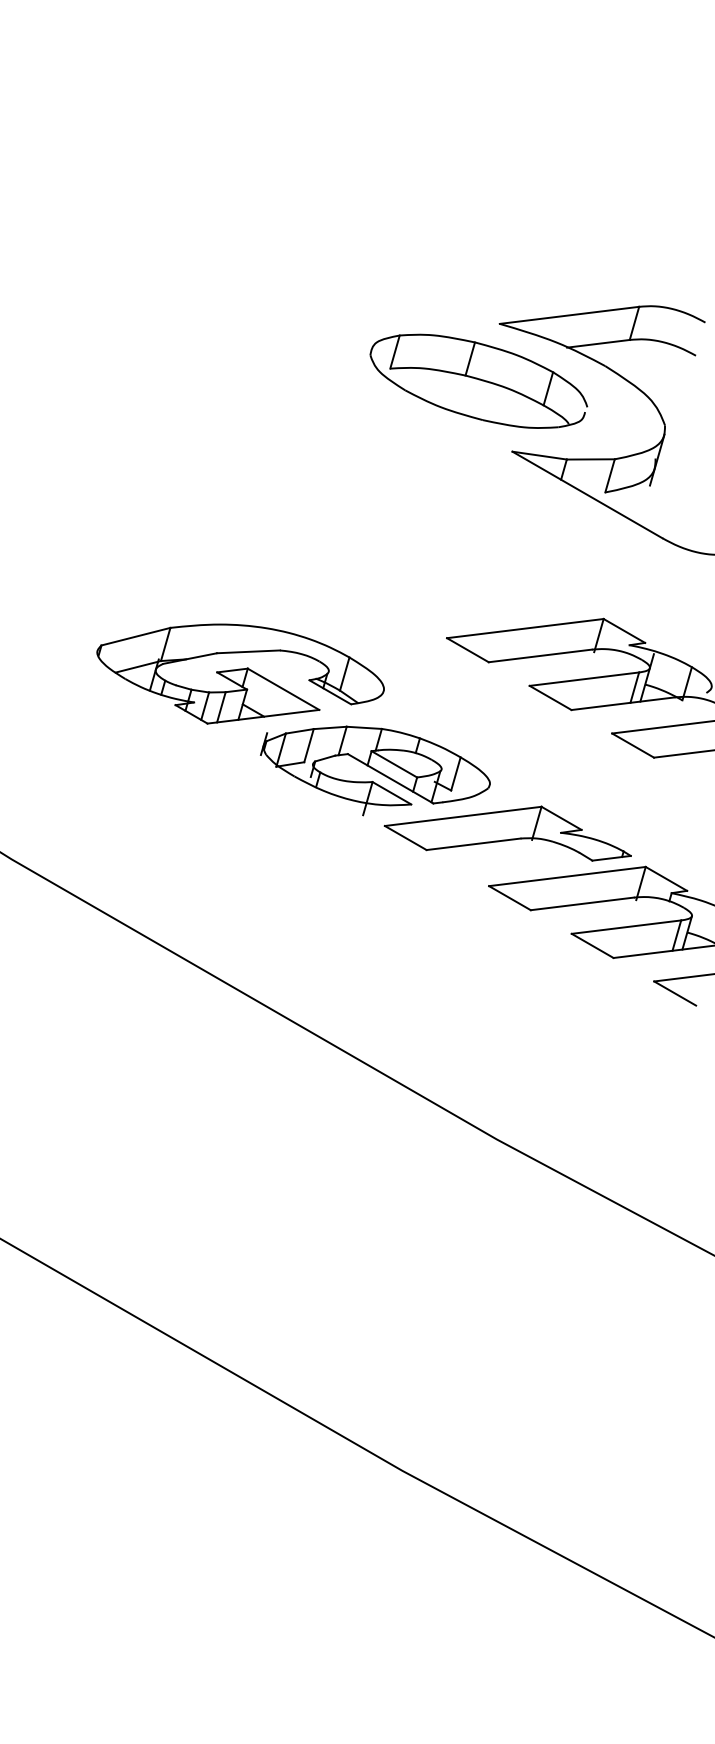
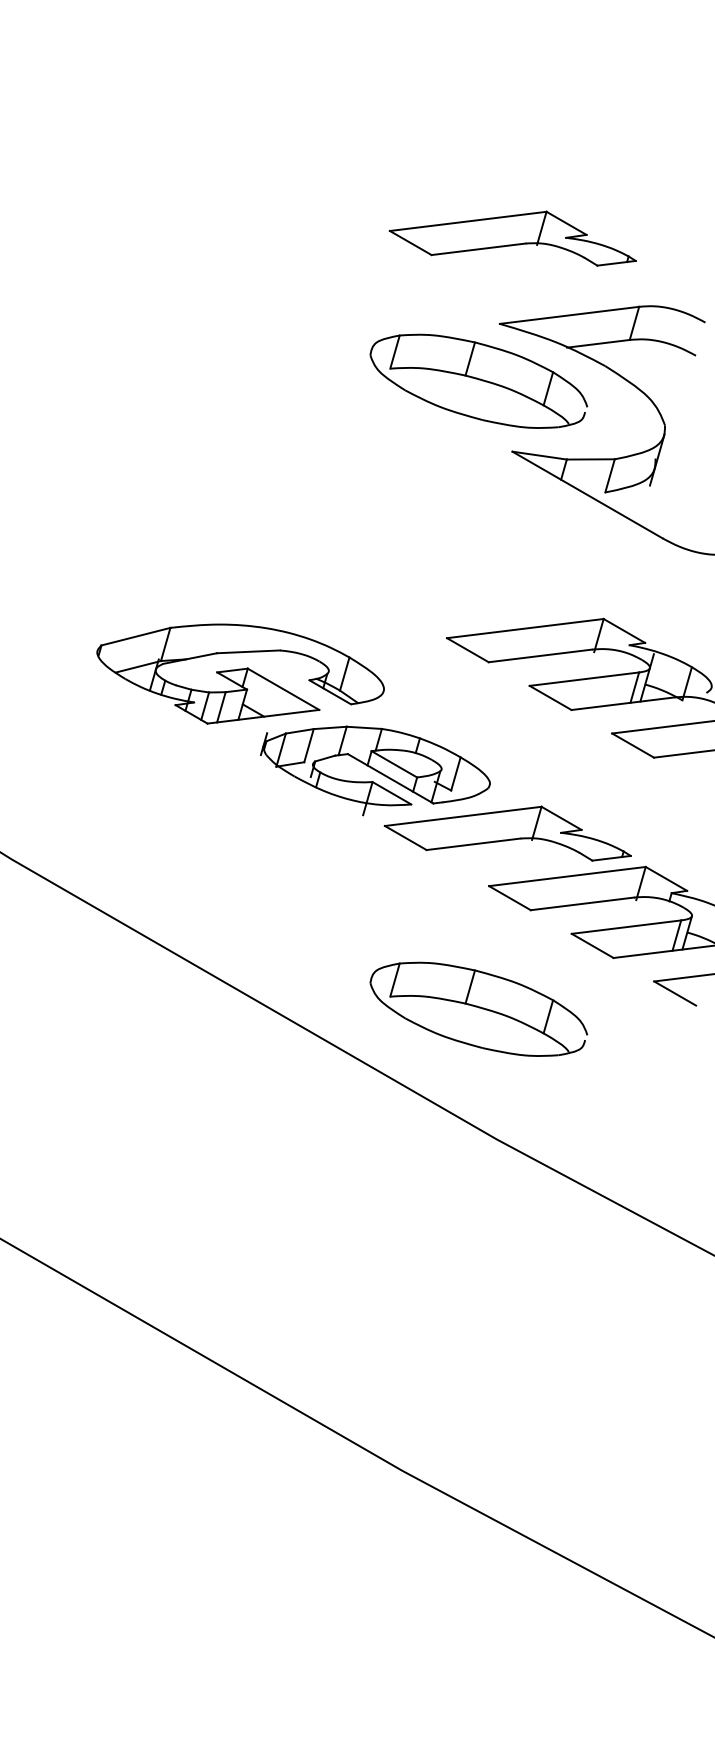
part at (512, 238): none -> present
part at (478, 1008): none -> present
